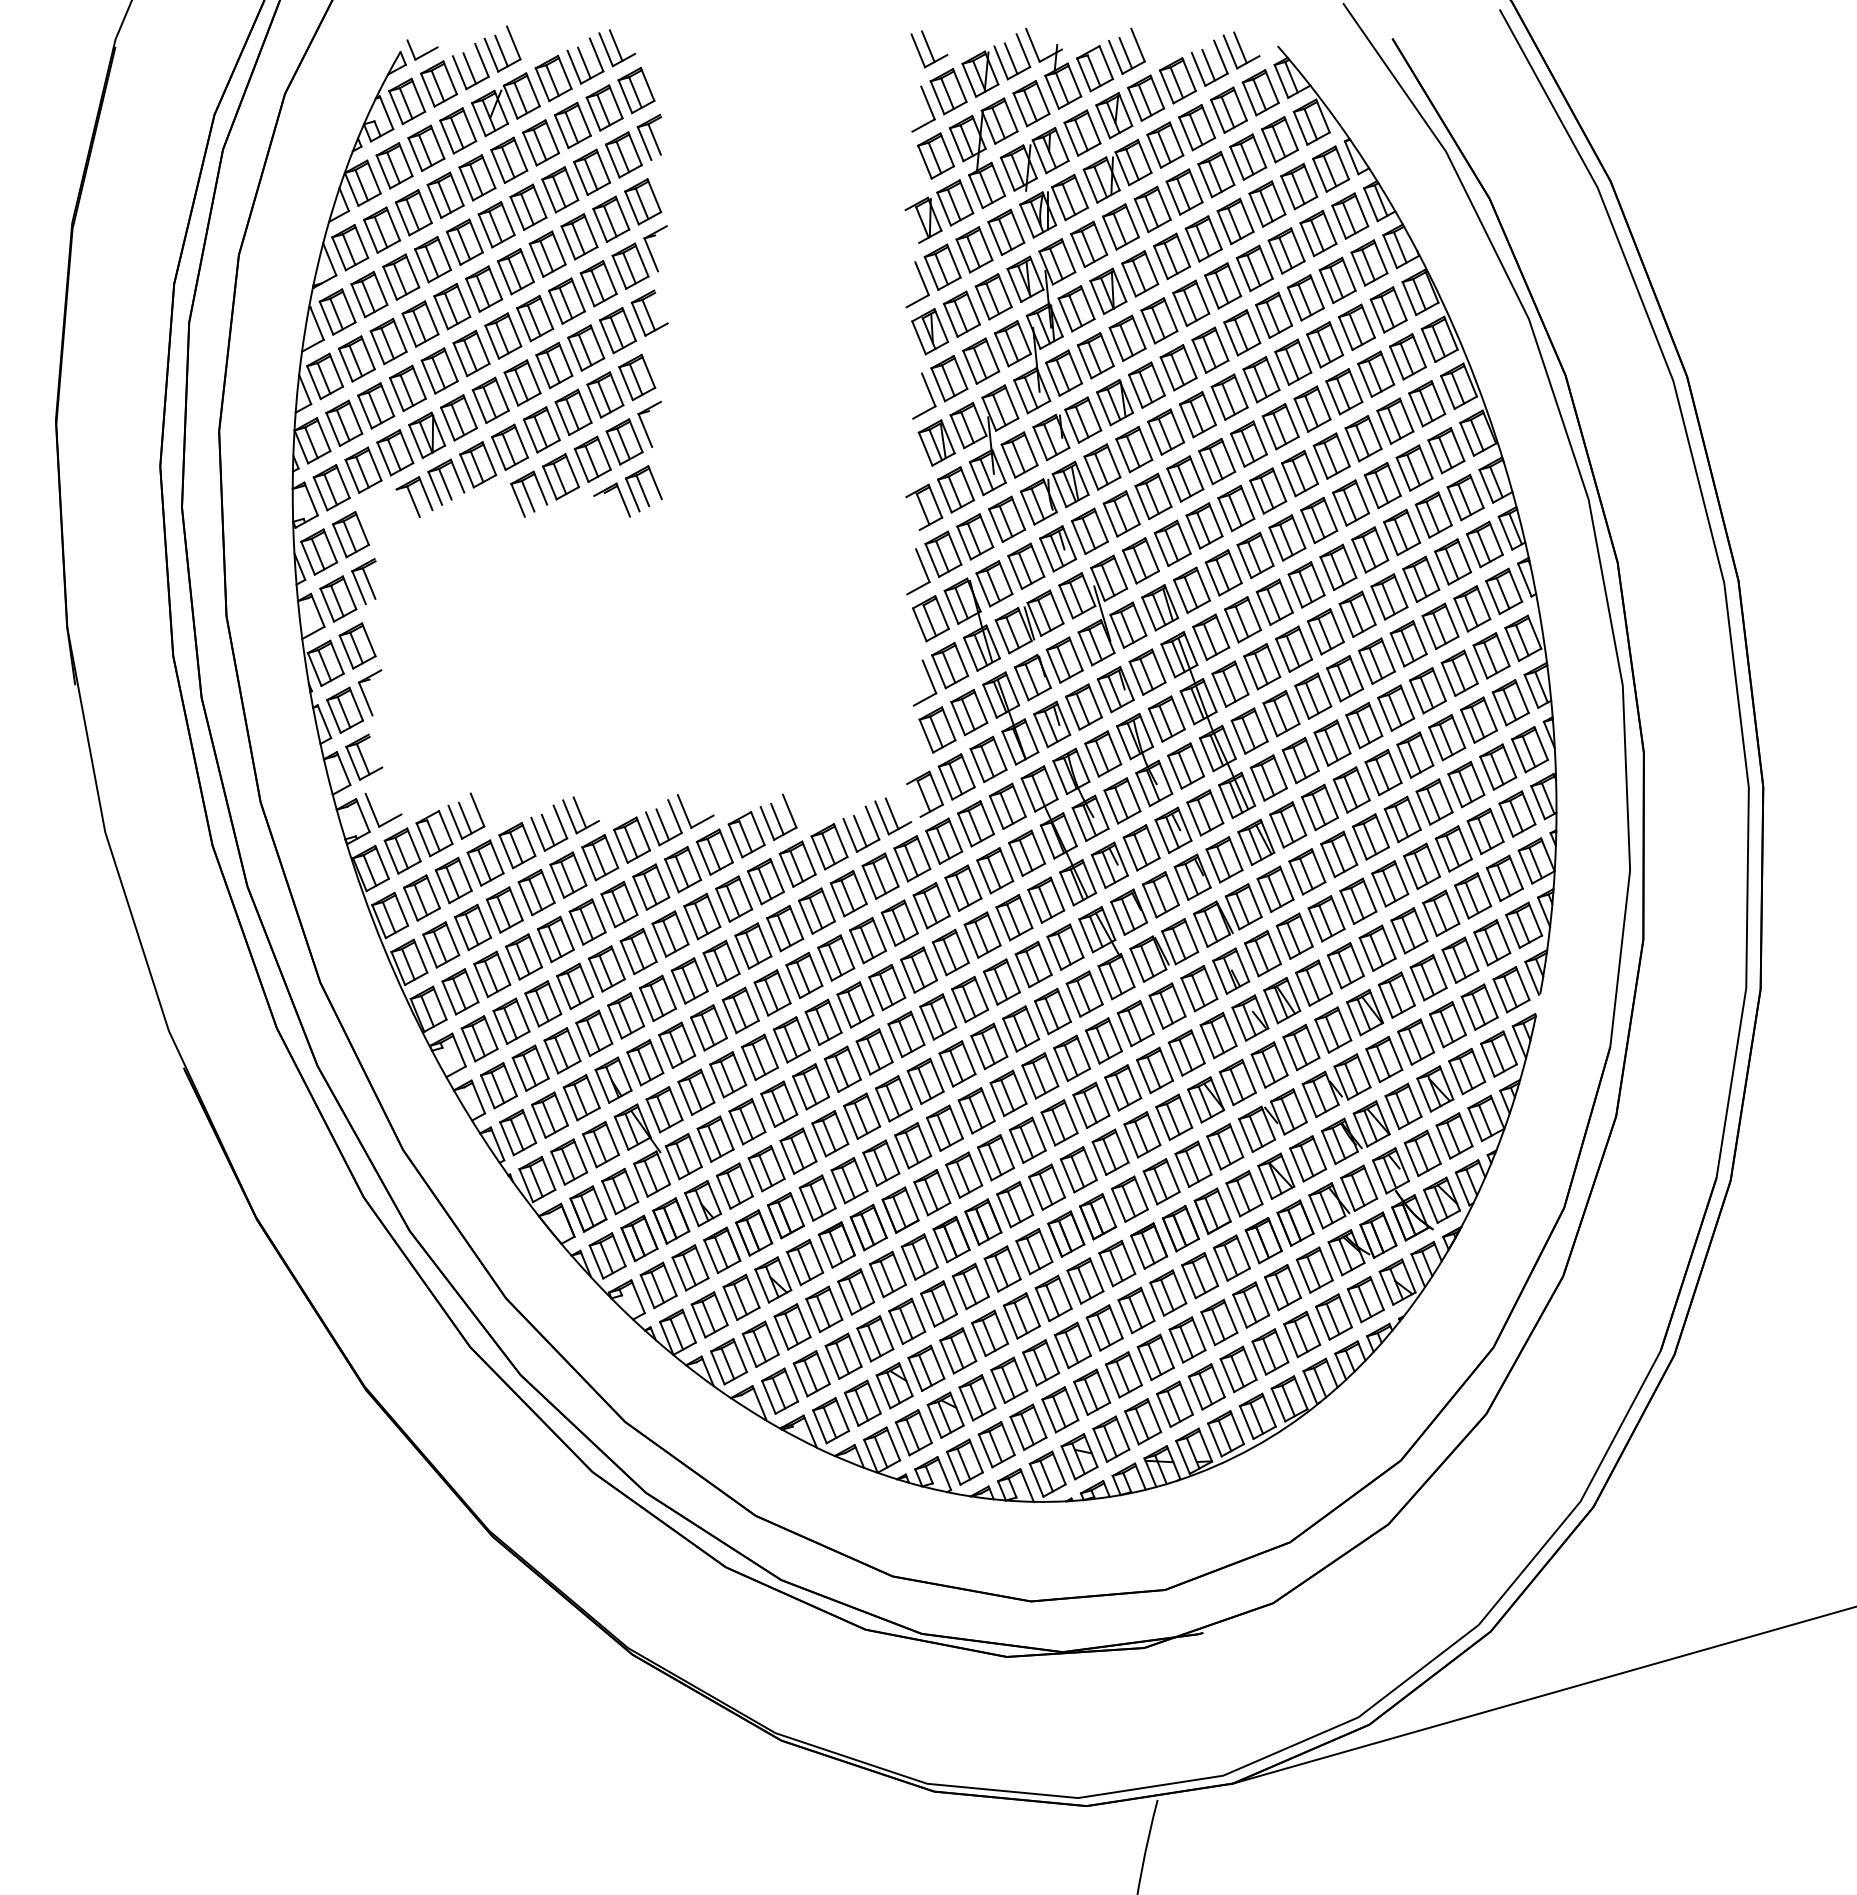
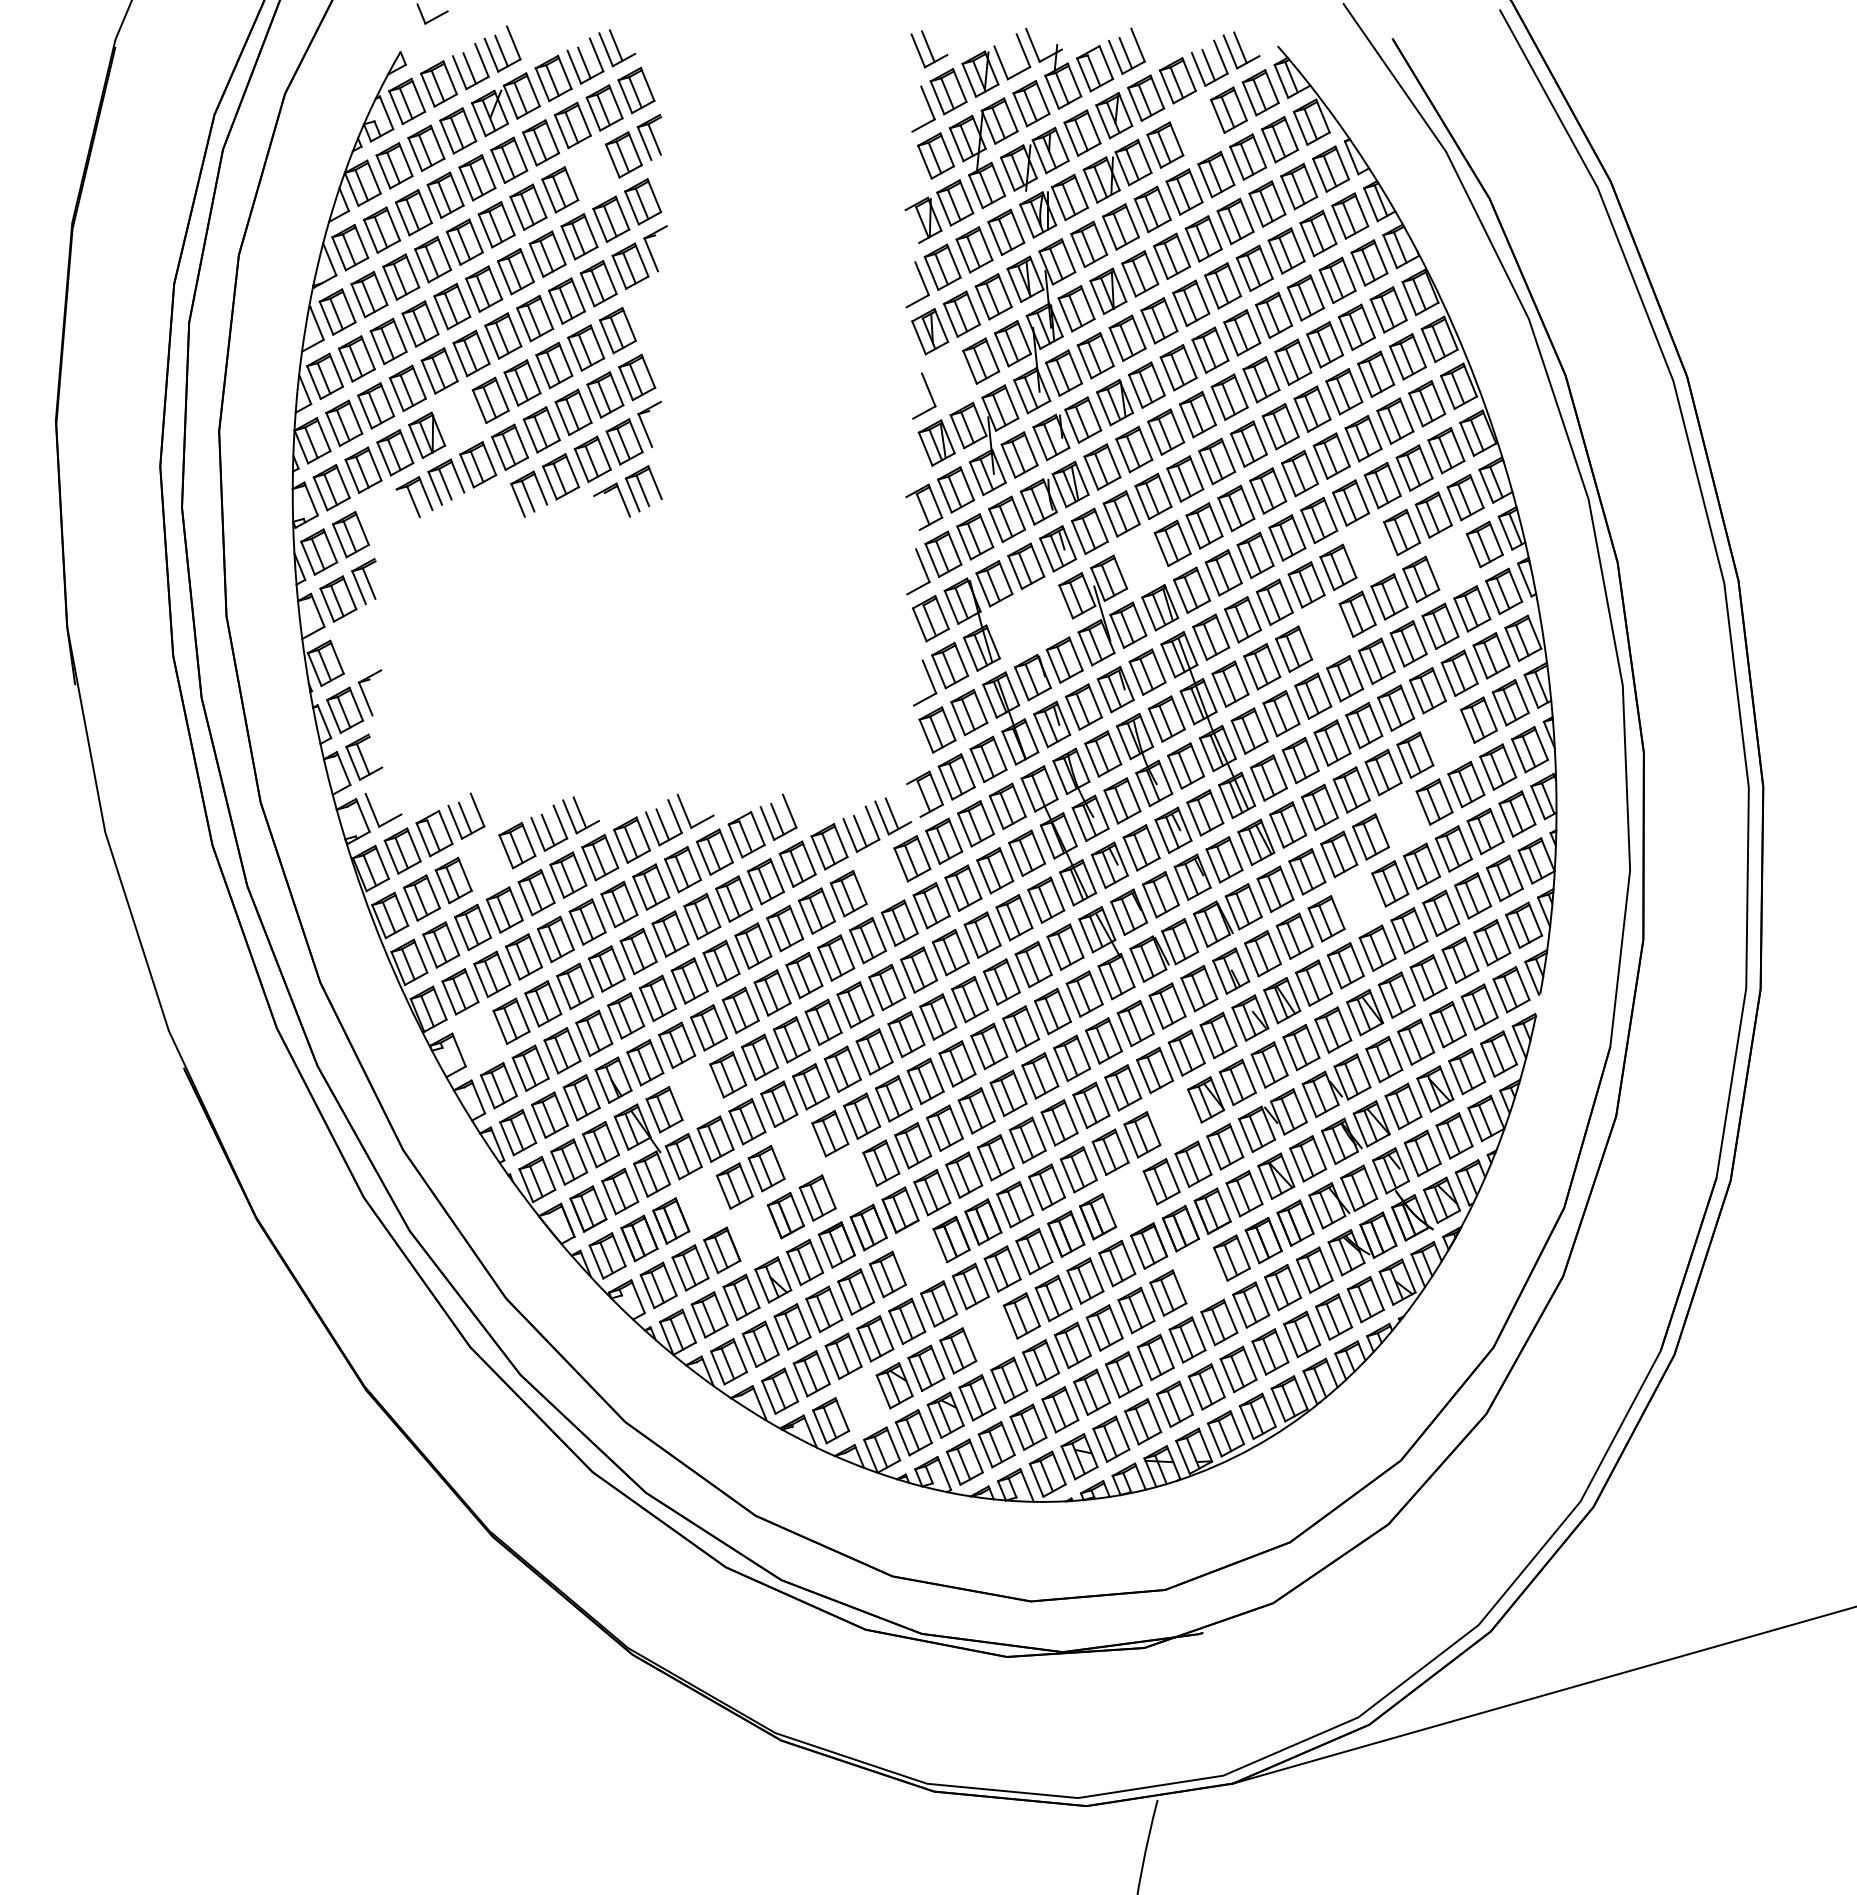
part at (422, 49) position: (422, 49) -> (432, 13)
line at (1010, 58): present -> none
part at (1197, 127): present -> none
part at (591, 171): present -> none
part at (649, 312): present -> none
part at (949, 378): present -> none
part at (458, 417): present -> none
part at (1370, 549): present -> none
part at (1140, 560): present -> none
part at (1453, 561): present -> none
part at (1029, 621): present -> none
part at (1325, 631): present -> none
part at (357, 645): present -> none
part at (1447, 737): present -> none
part at (1402, 819): present -> none
part at (485, 862): present -> none
part at (880, 875): present -> none
part at (1358, 900): present -> none
part at (479, 1038): present -> none
part at (696, 1091): present -> none
part at (1174, 1116): present -> none
part at (798, 1150): present -> none
part at (849, 1180): present -> none
part at (1129, 1198): present -> none
part at (703, 1203): present -> none
part at (754, 1232): present -> none
part at (919, 1256): present -> none
part at (1200, 1275): present -> none
part at (989, 1333): present -> none
part at (862, 1402): present -> none
